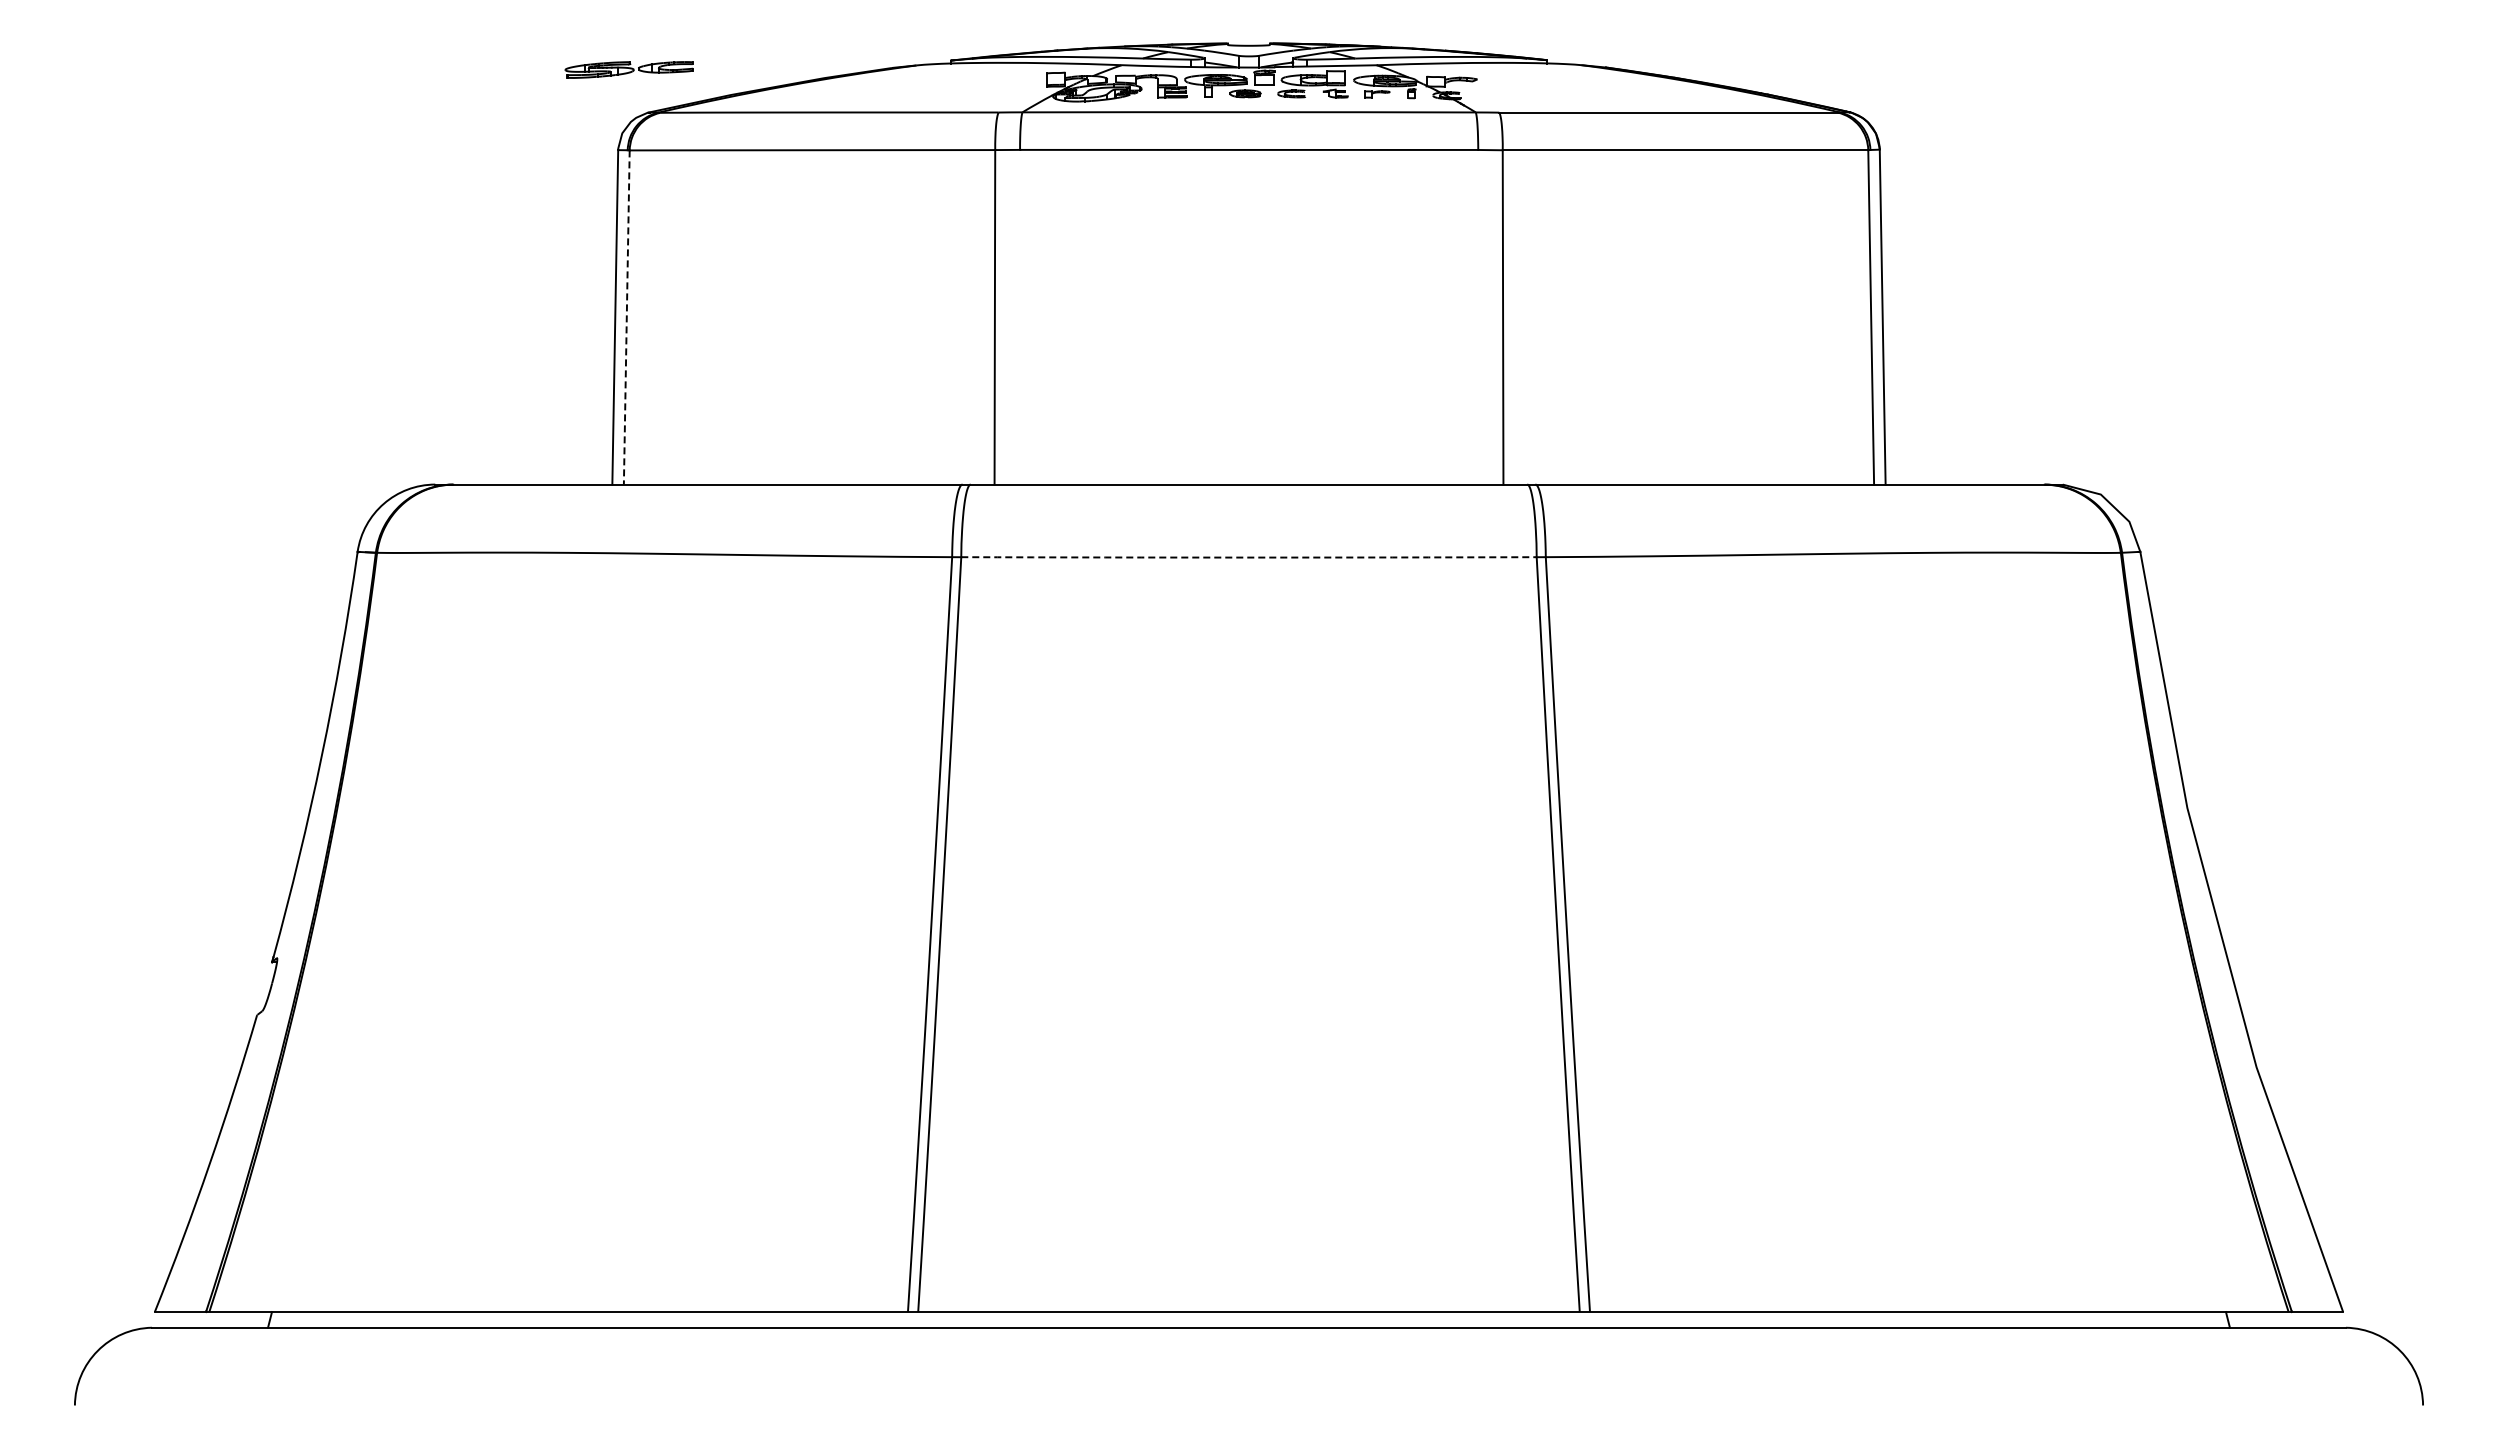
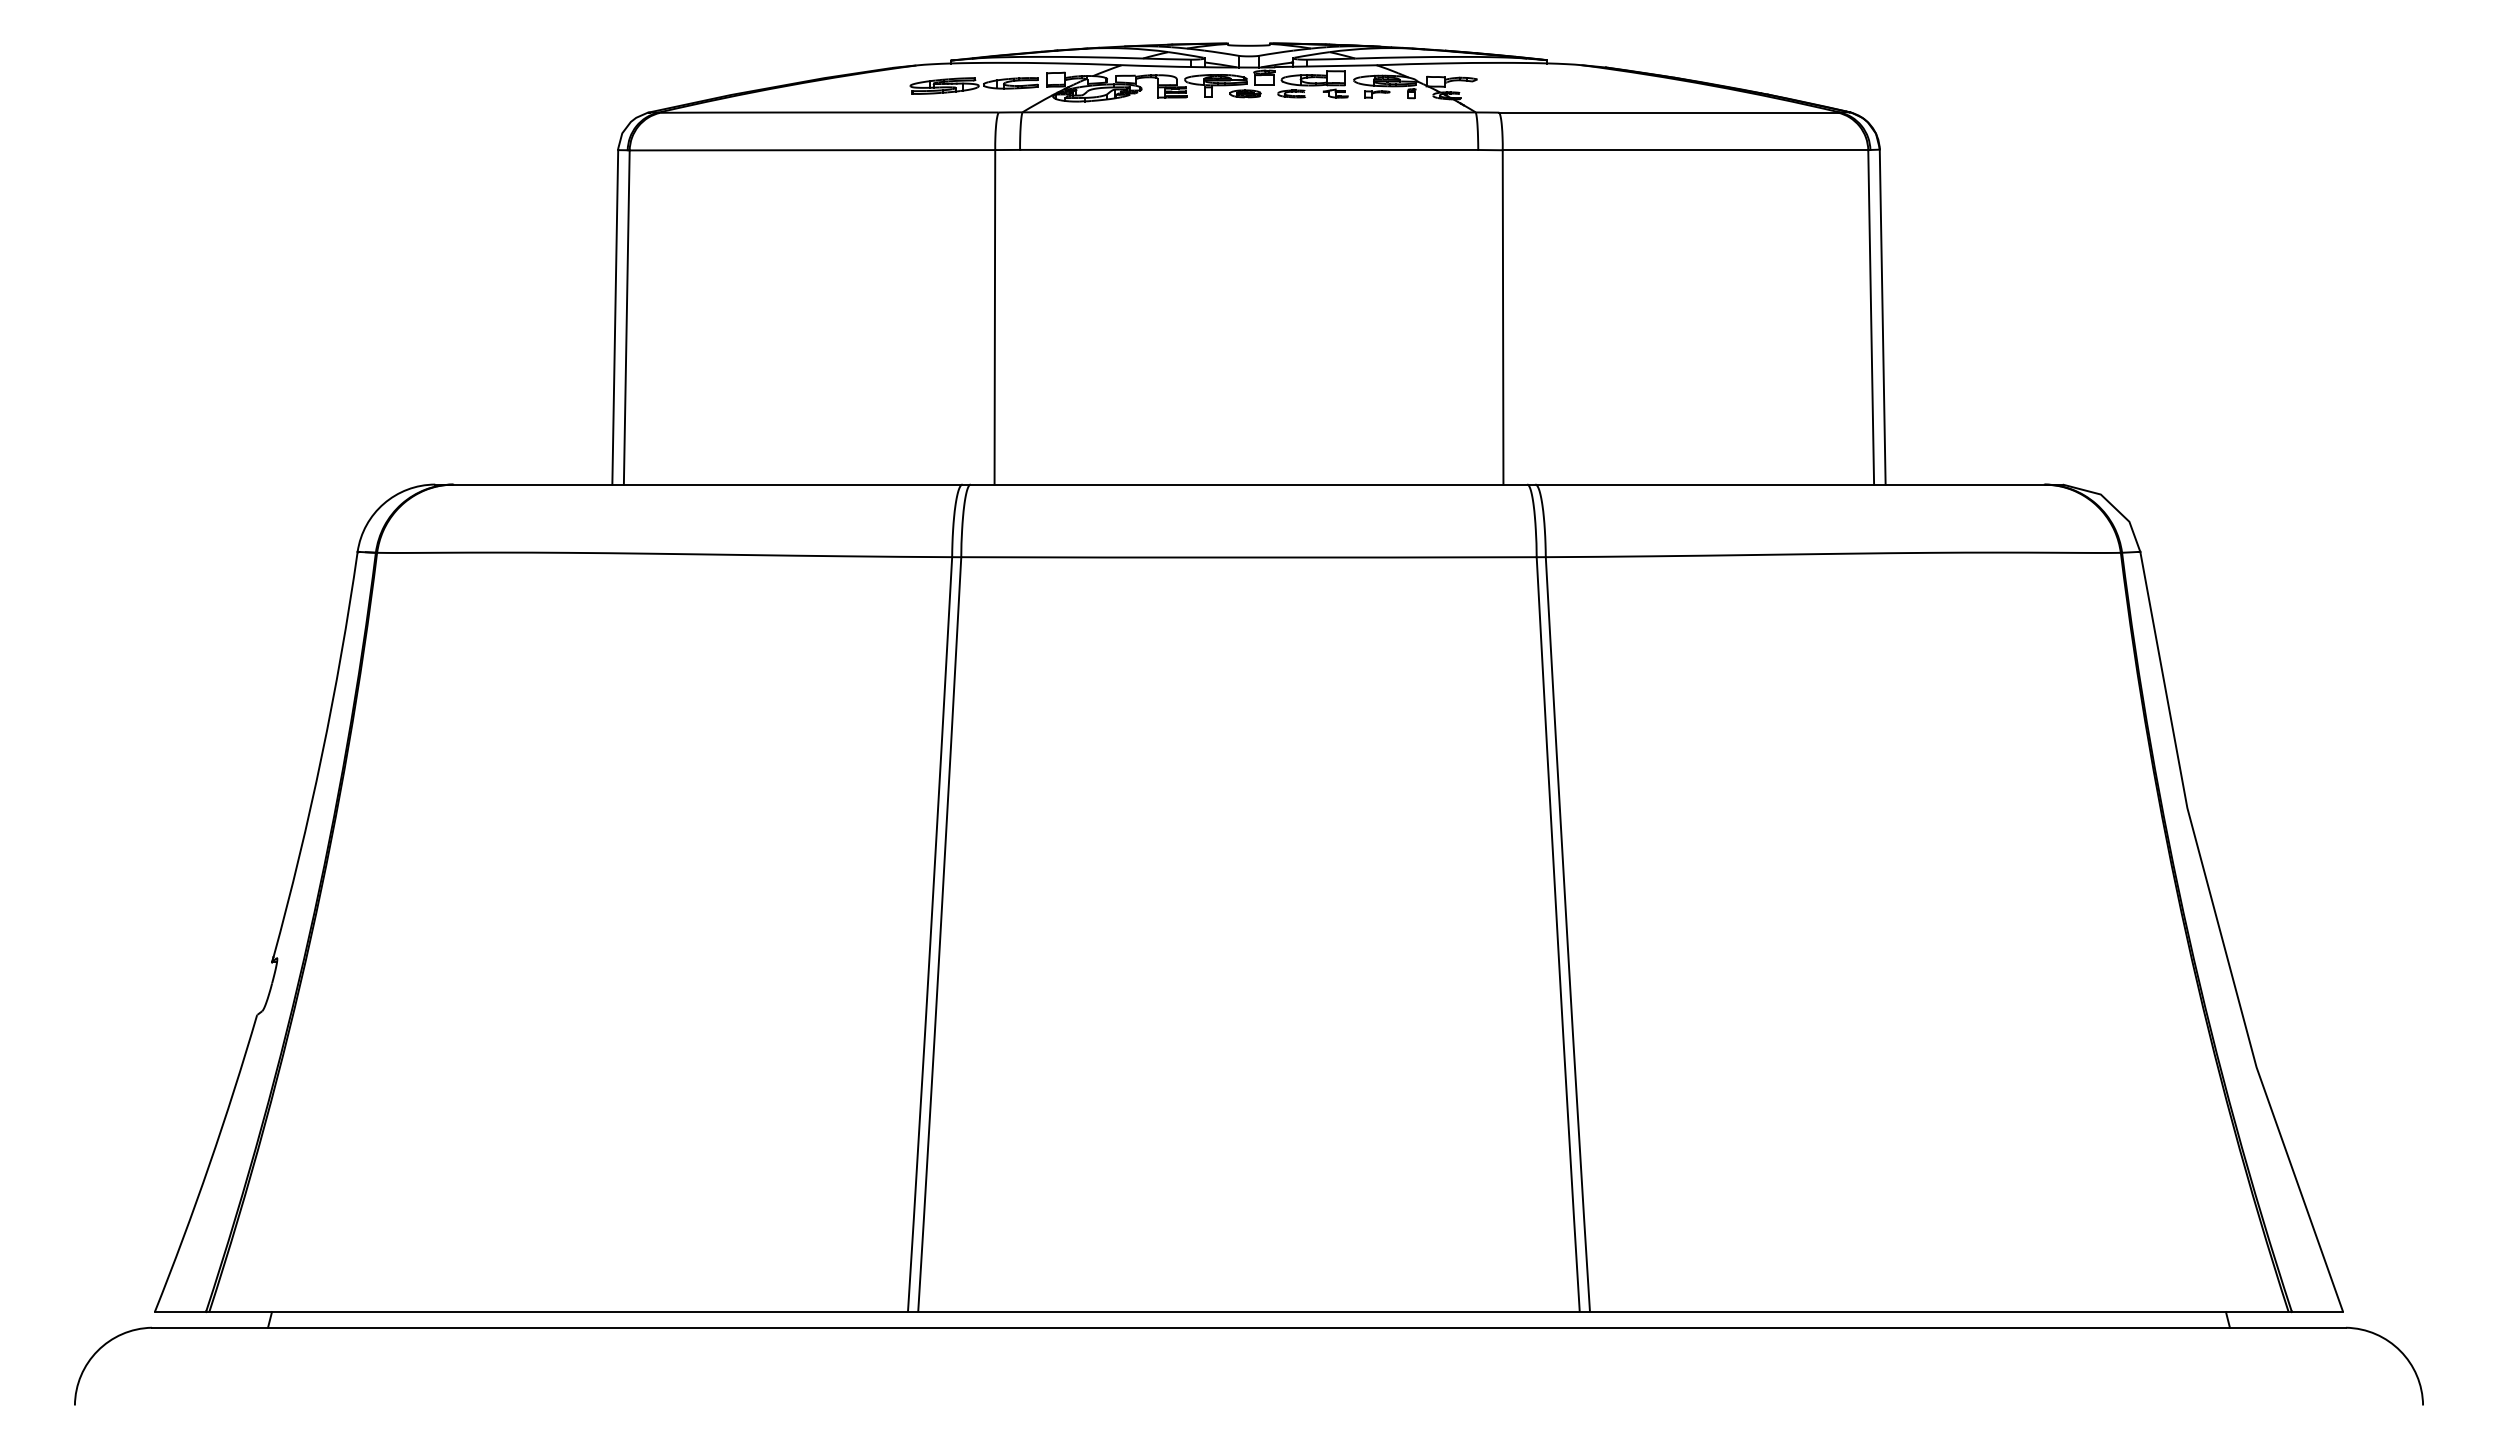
part at (628, 69) position: (628, 69) -> (973, 85)
line at (626, 318): dashed -> solid
arc at (1248, 557): dashed -> solid
